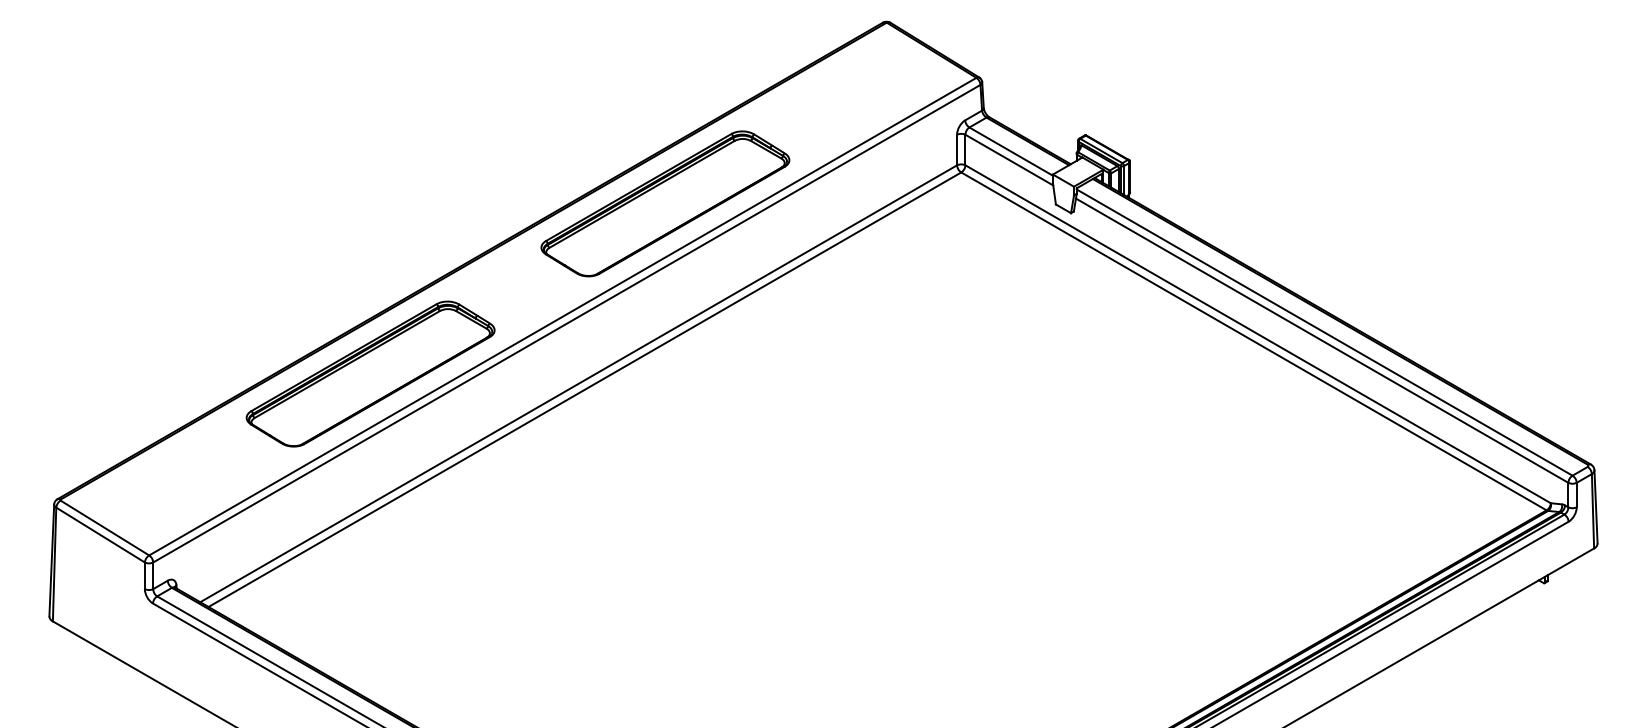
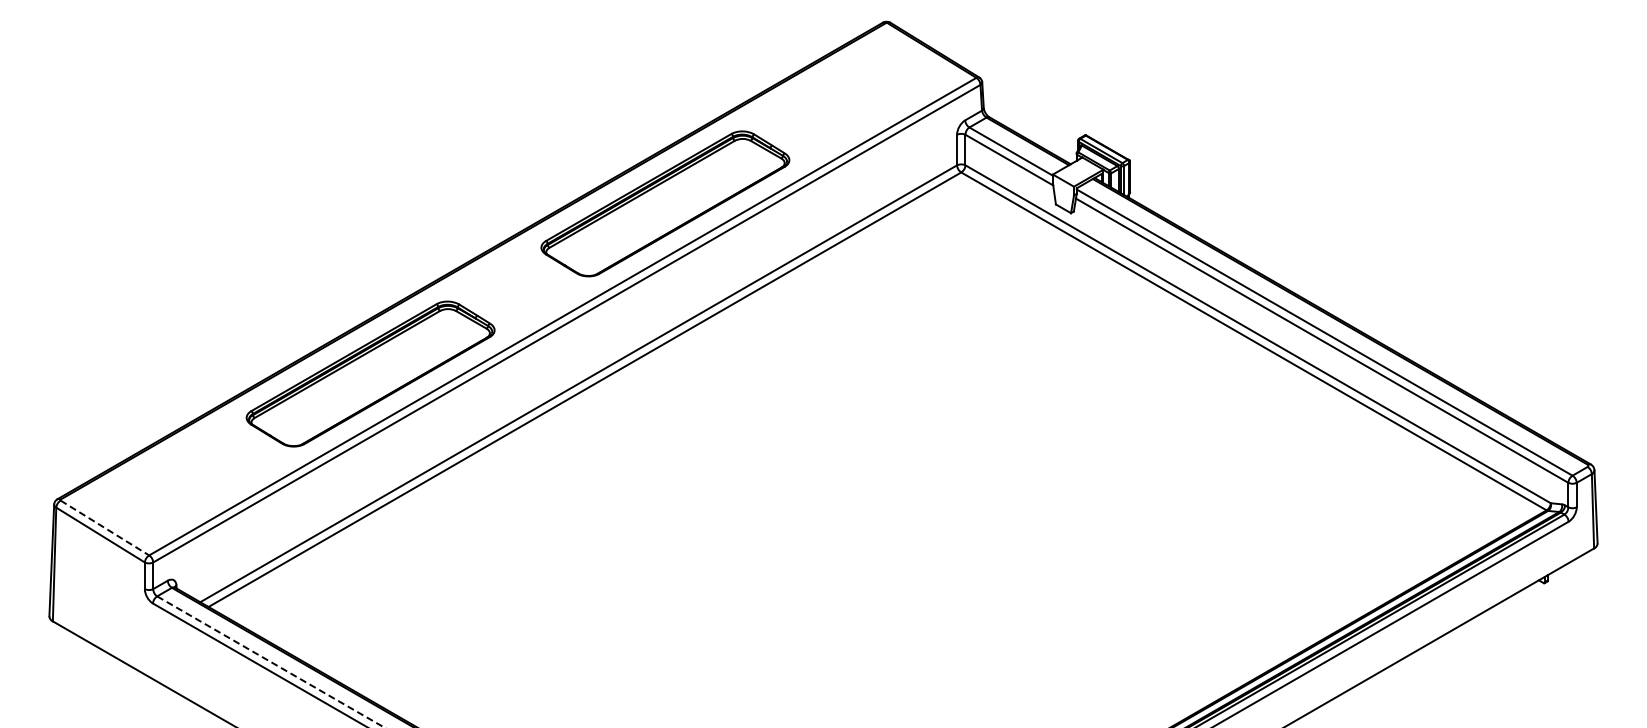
line at (105, 528): solid -> dashed
line at (271, 662): solid -> dashed
